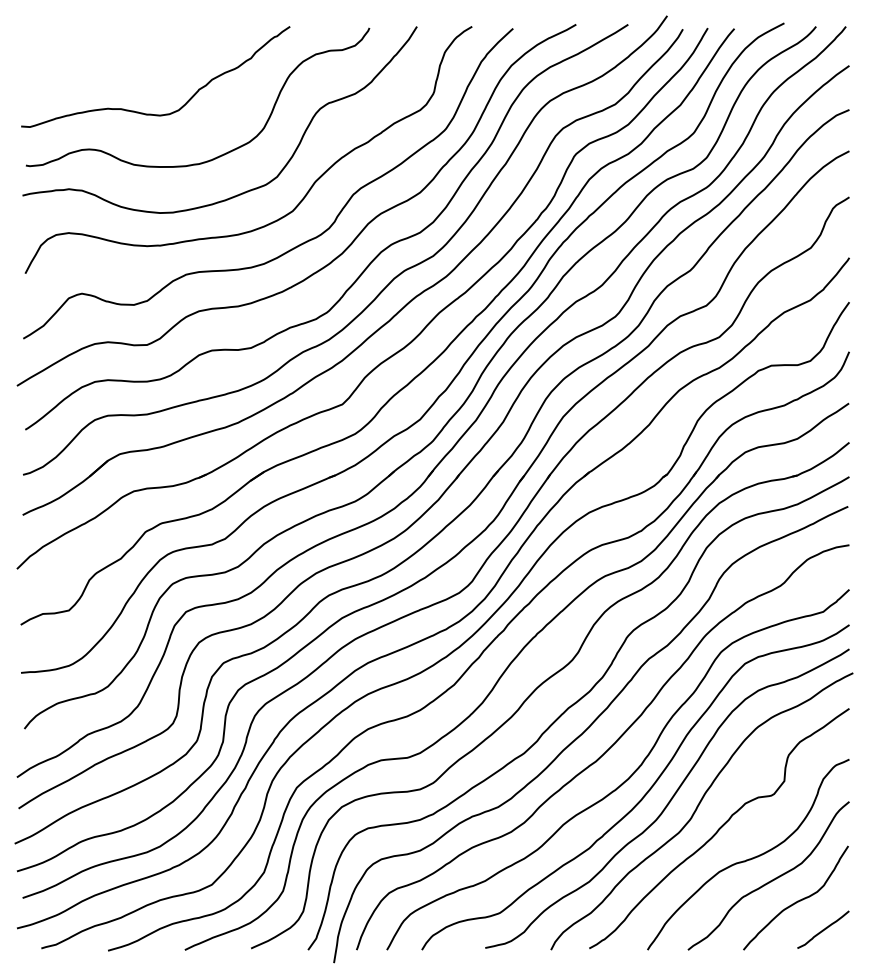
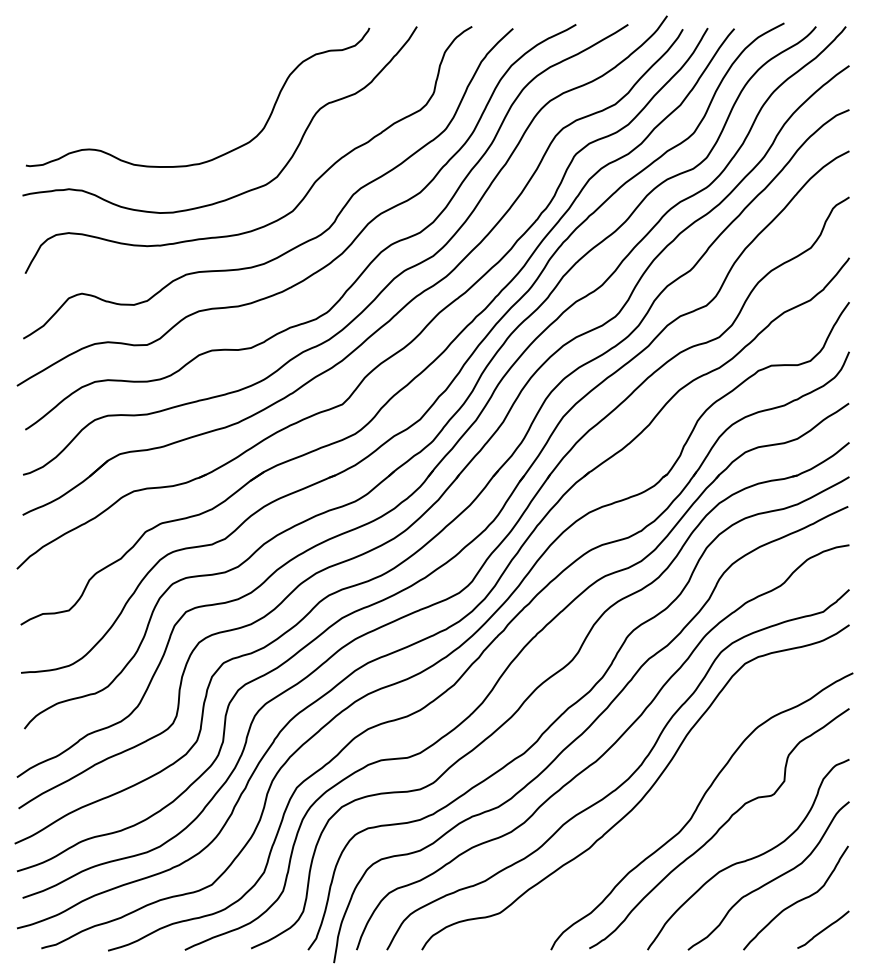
curve at (151, 113): present -> none
curve at (669, 800): present -> none
